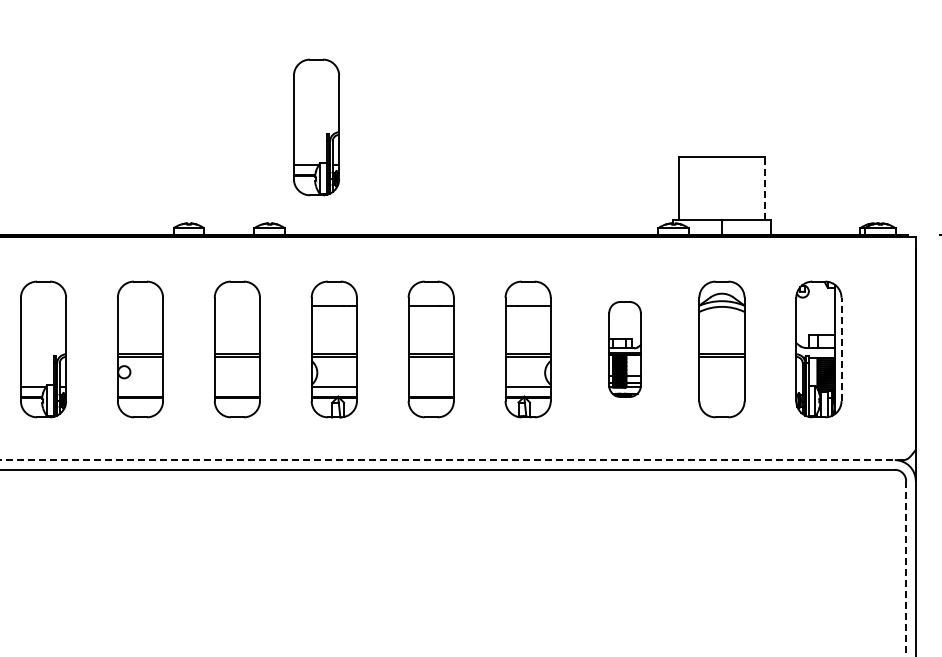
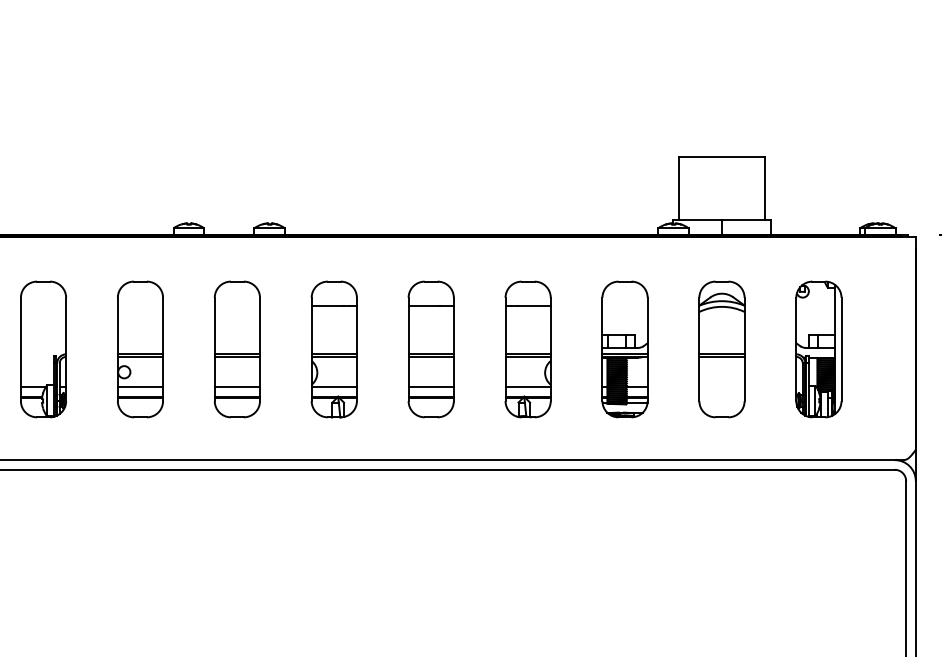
part at (316, 127): present -> none
line at (764, 188): dashed -> solid
part at (624, 349) size: 34x97 px -> 48x139 px
line at (841, 349): dashed -> solid
line at (140, 387): none -> present
line at (237, 387): none -> present
line at (430, 387): none -> present
line at (451, 460): dashed -> solid
line at (906, 569): dashed -> solid
